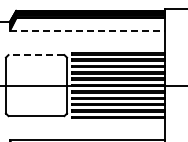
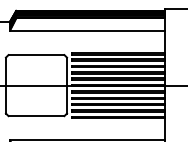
line at (87, 30): dashed -> solid
line at (36, 55): dashed -> solid
